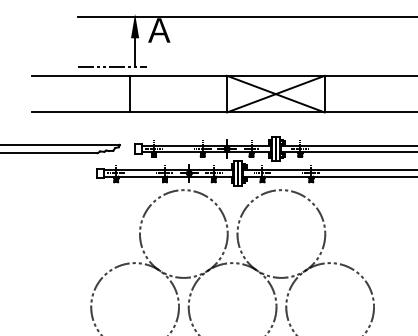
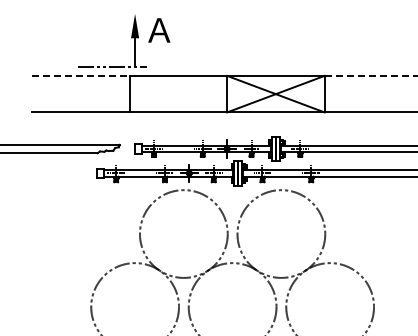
line at (246, 17): present -> none
line at (80, 75): solid -> dashed
line at (371, 75): solid -> dashed
